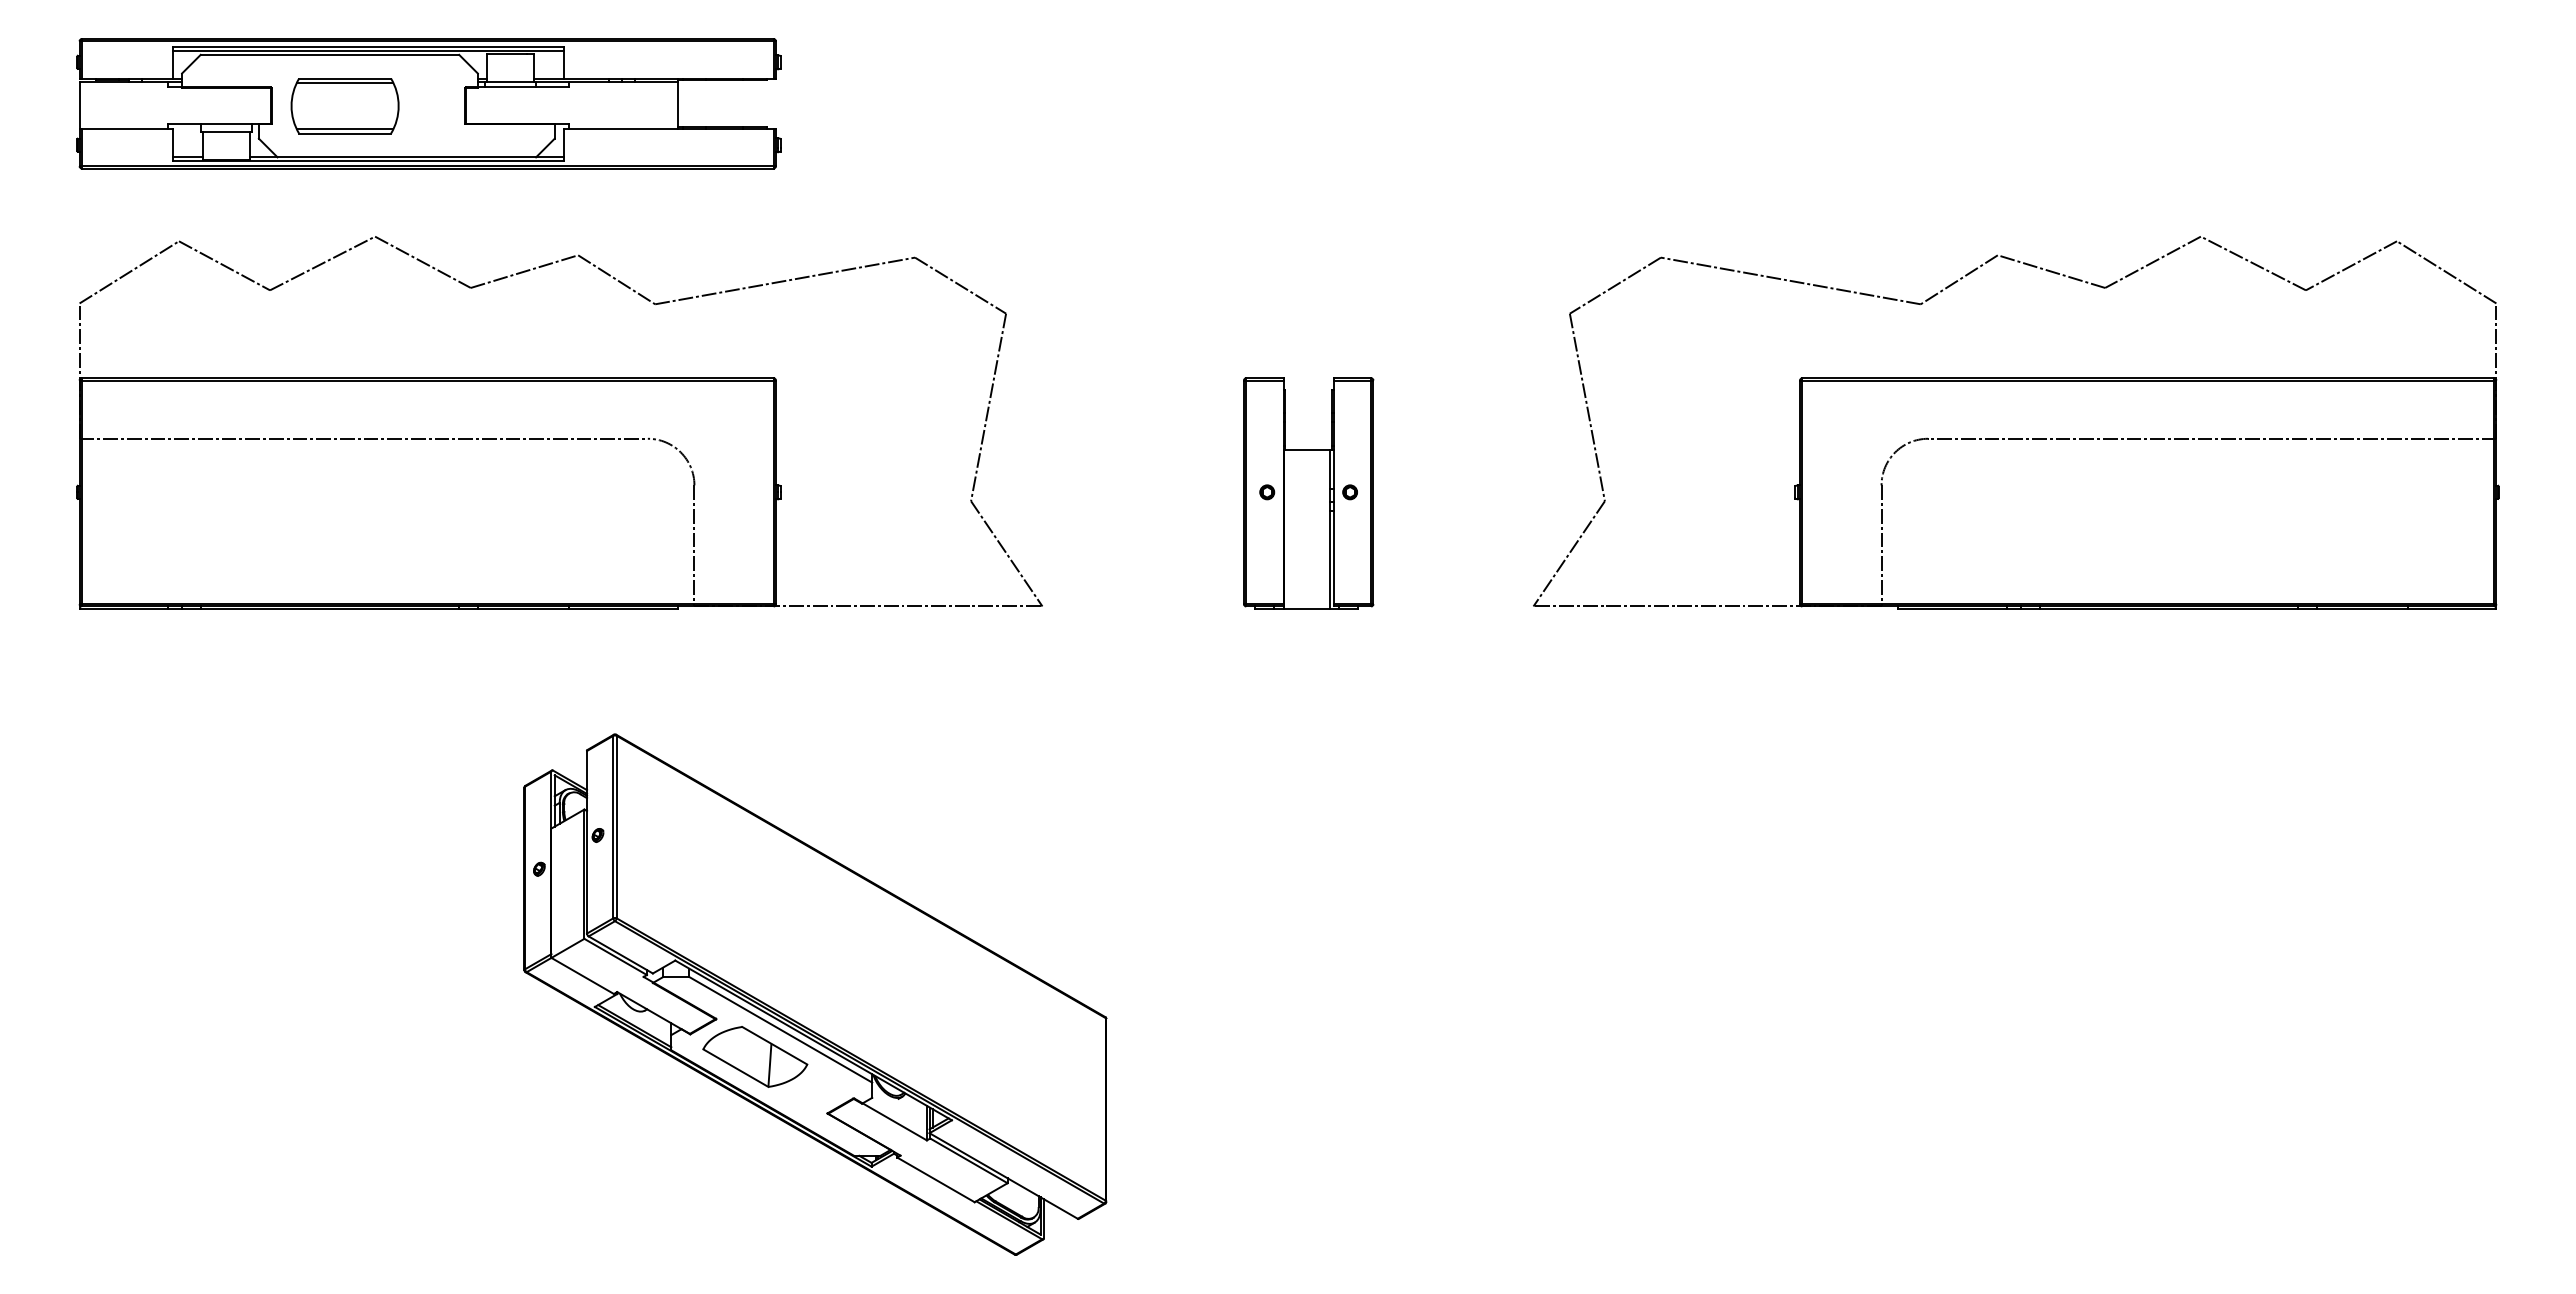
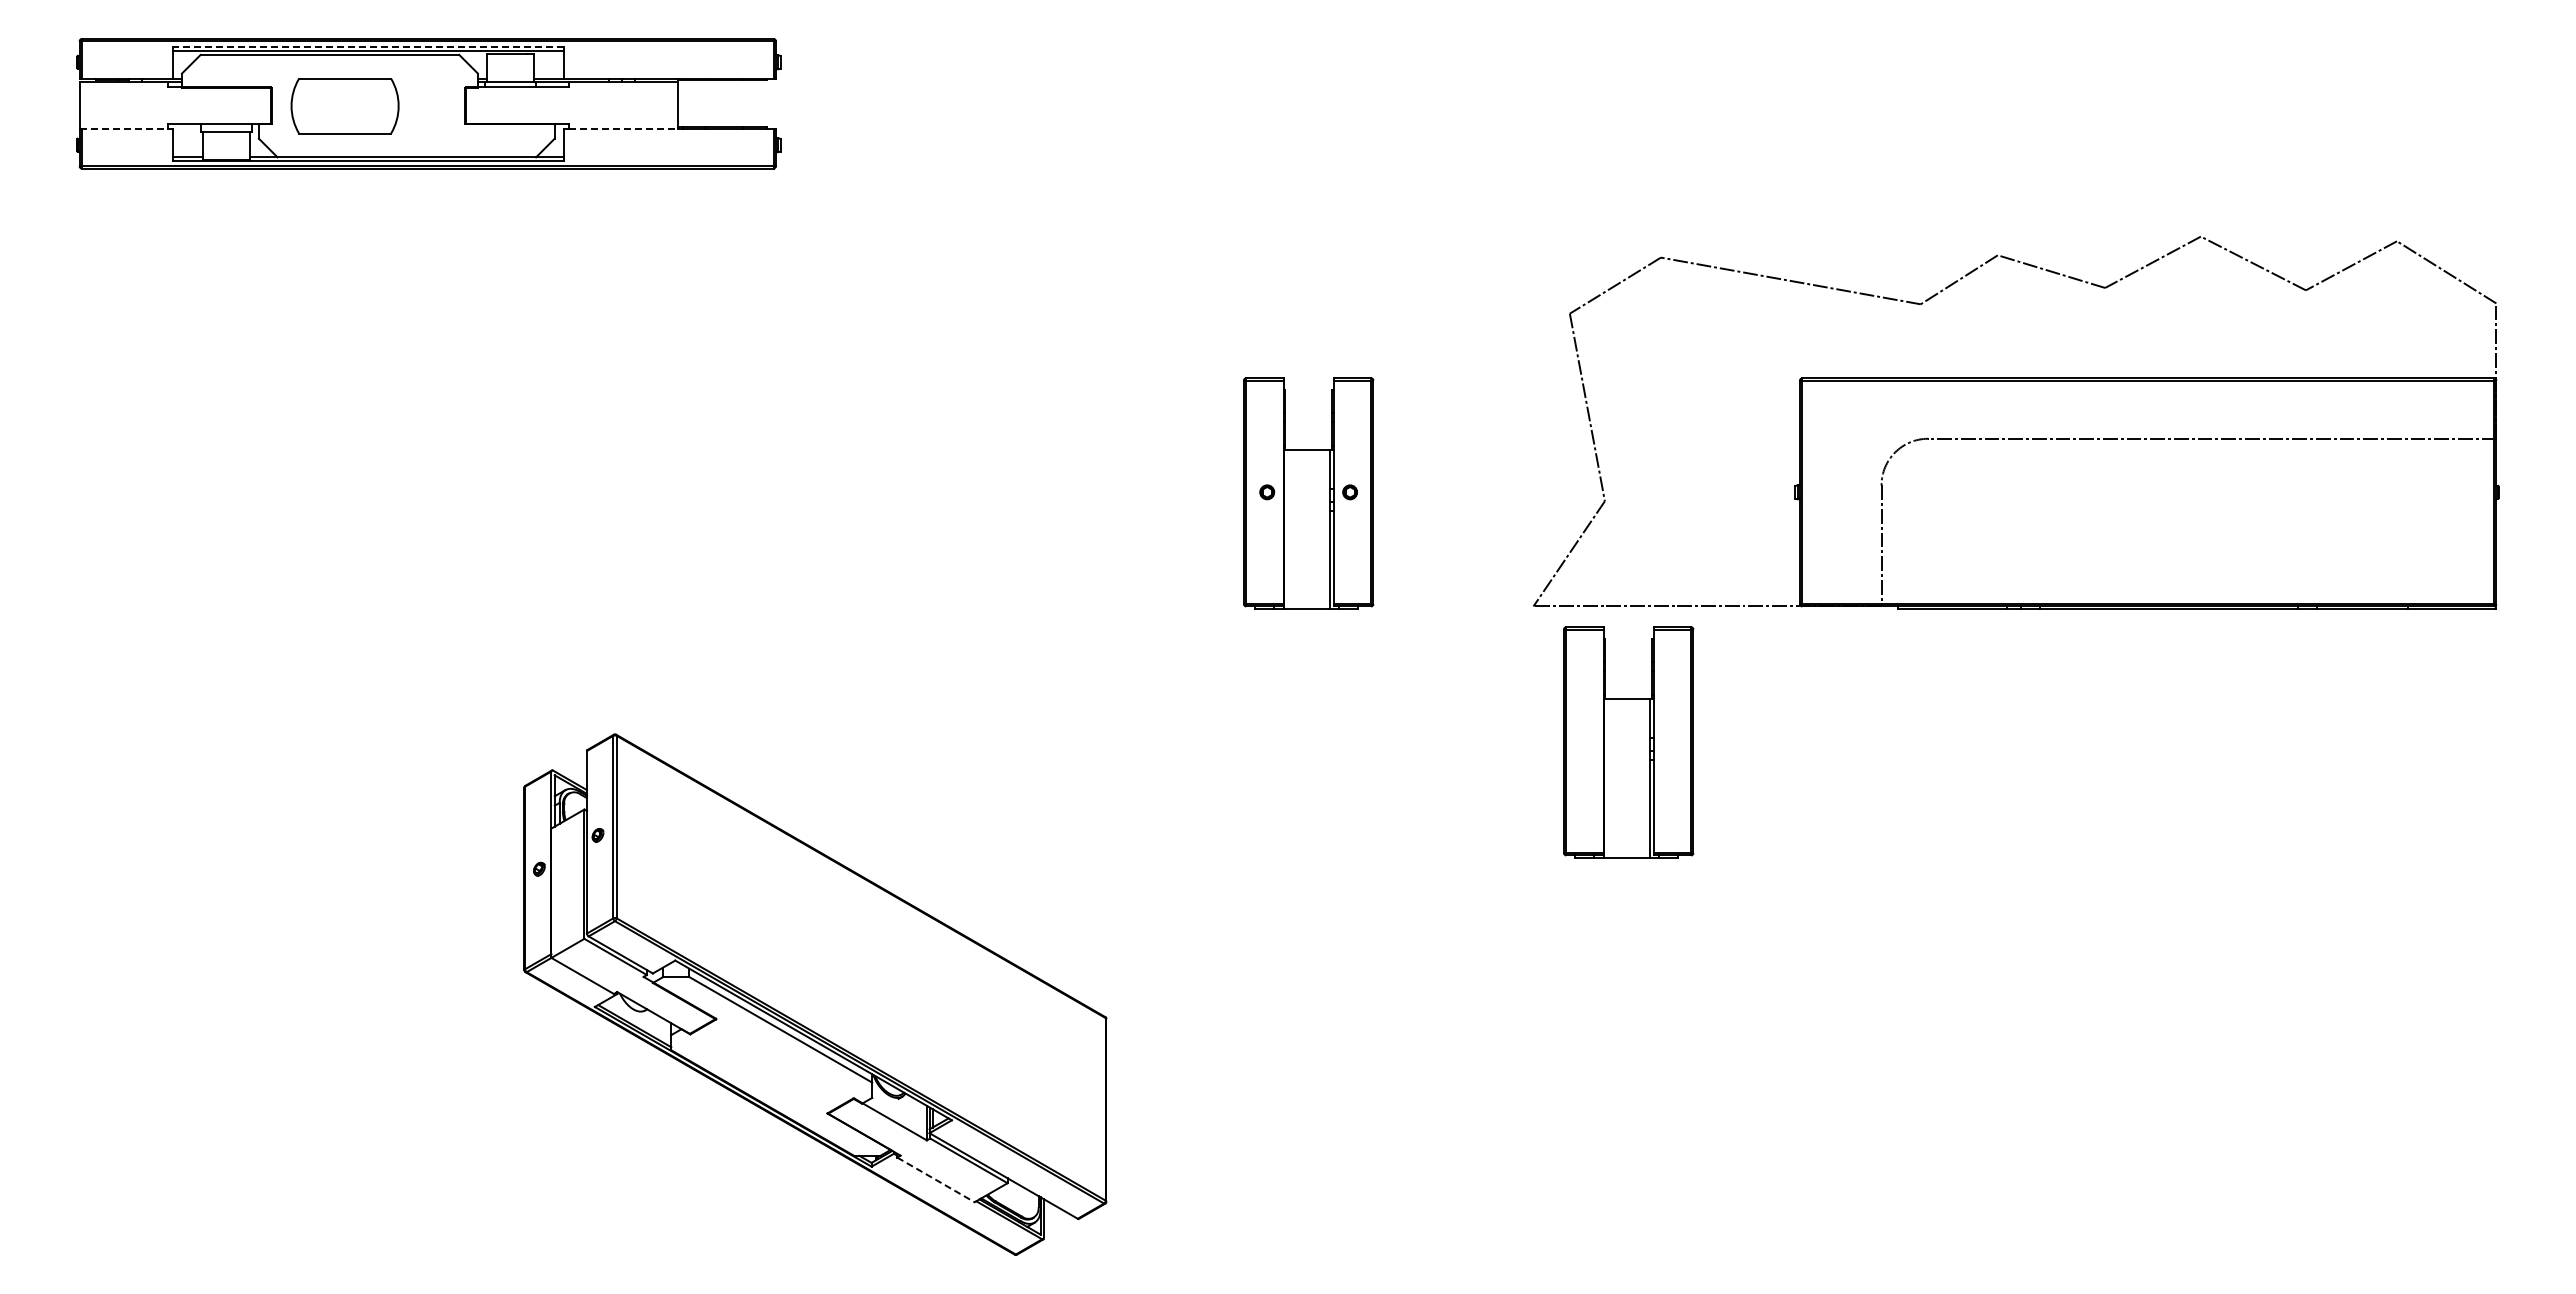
line at (368, 46): solid -> dashed
line at (344, 83): present -> none
line at (124, 128): solid -> dashed
line at (623, 128): solid -> dashed
line at (344, 129): present -> none
part at (559, 422): present -> none
part at (1628, 742): none -> present
part at (755, 1056): present -> none
line at (935, 1179): solid -> dashed
